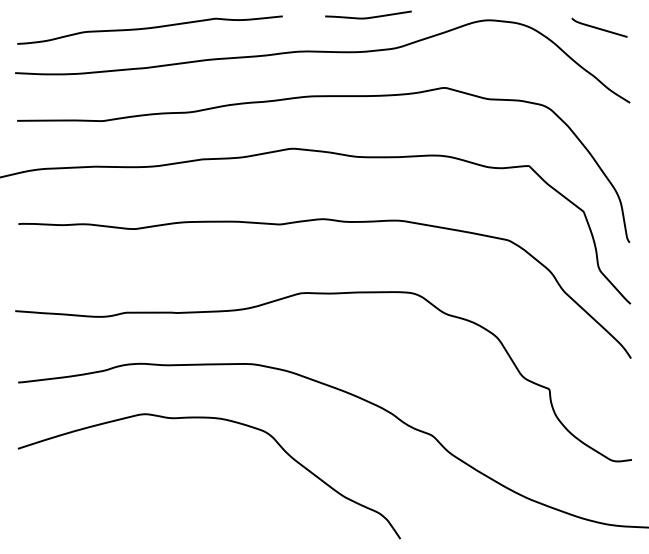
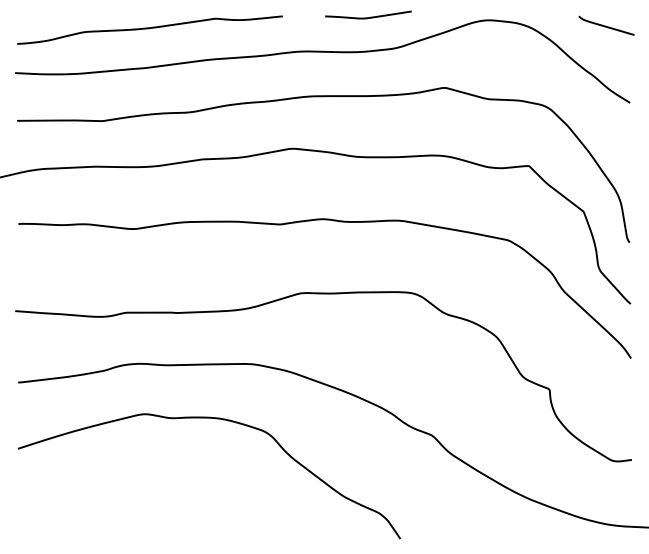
curve at (599, 27) position: (599, 27) -> (606, 25)
